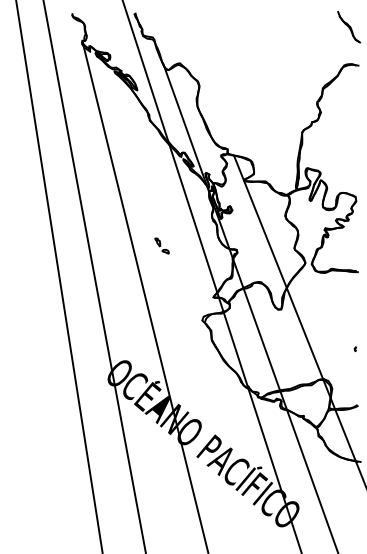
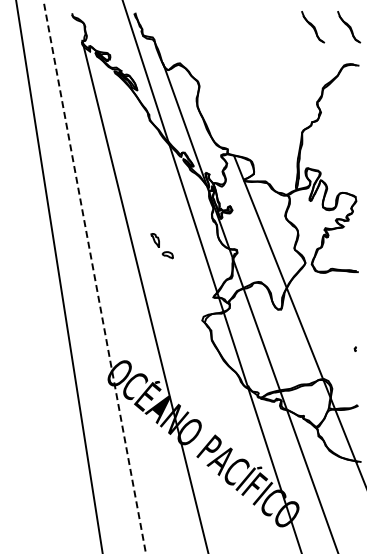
part at (313, 27): none -> present
part at (161, 245) size: 16x18 px -> 24x27 px
line at (94, 276): solid -> dashed
